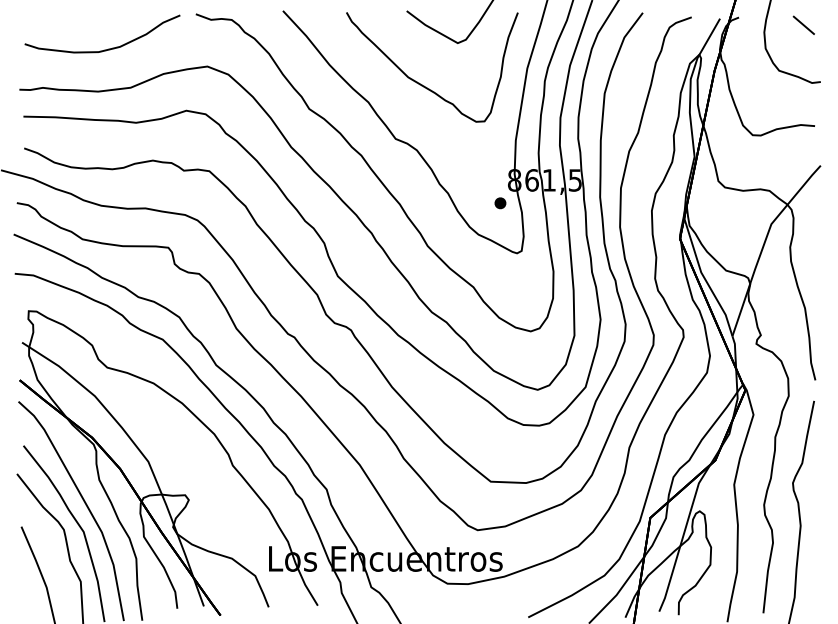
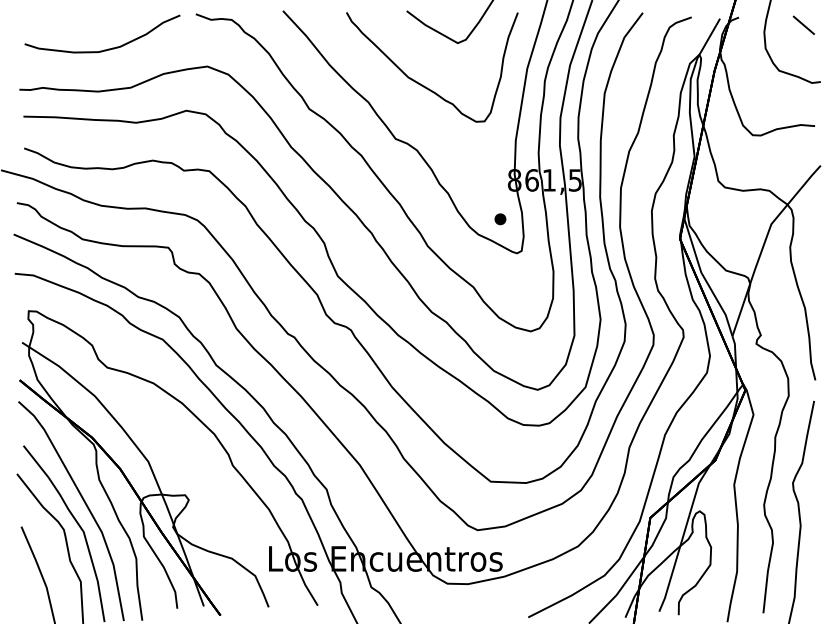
part at (500, 203) position: (500, 203) -> (500, 219)
